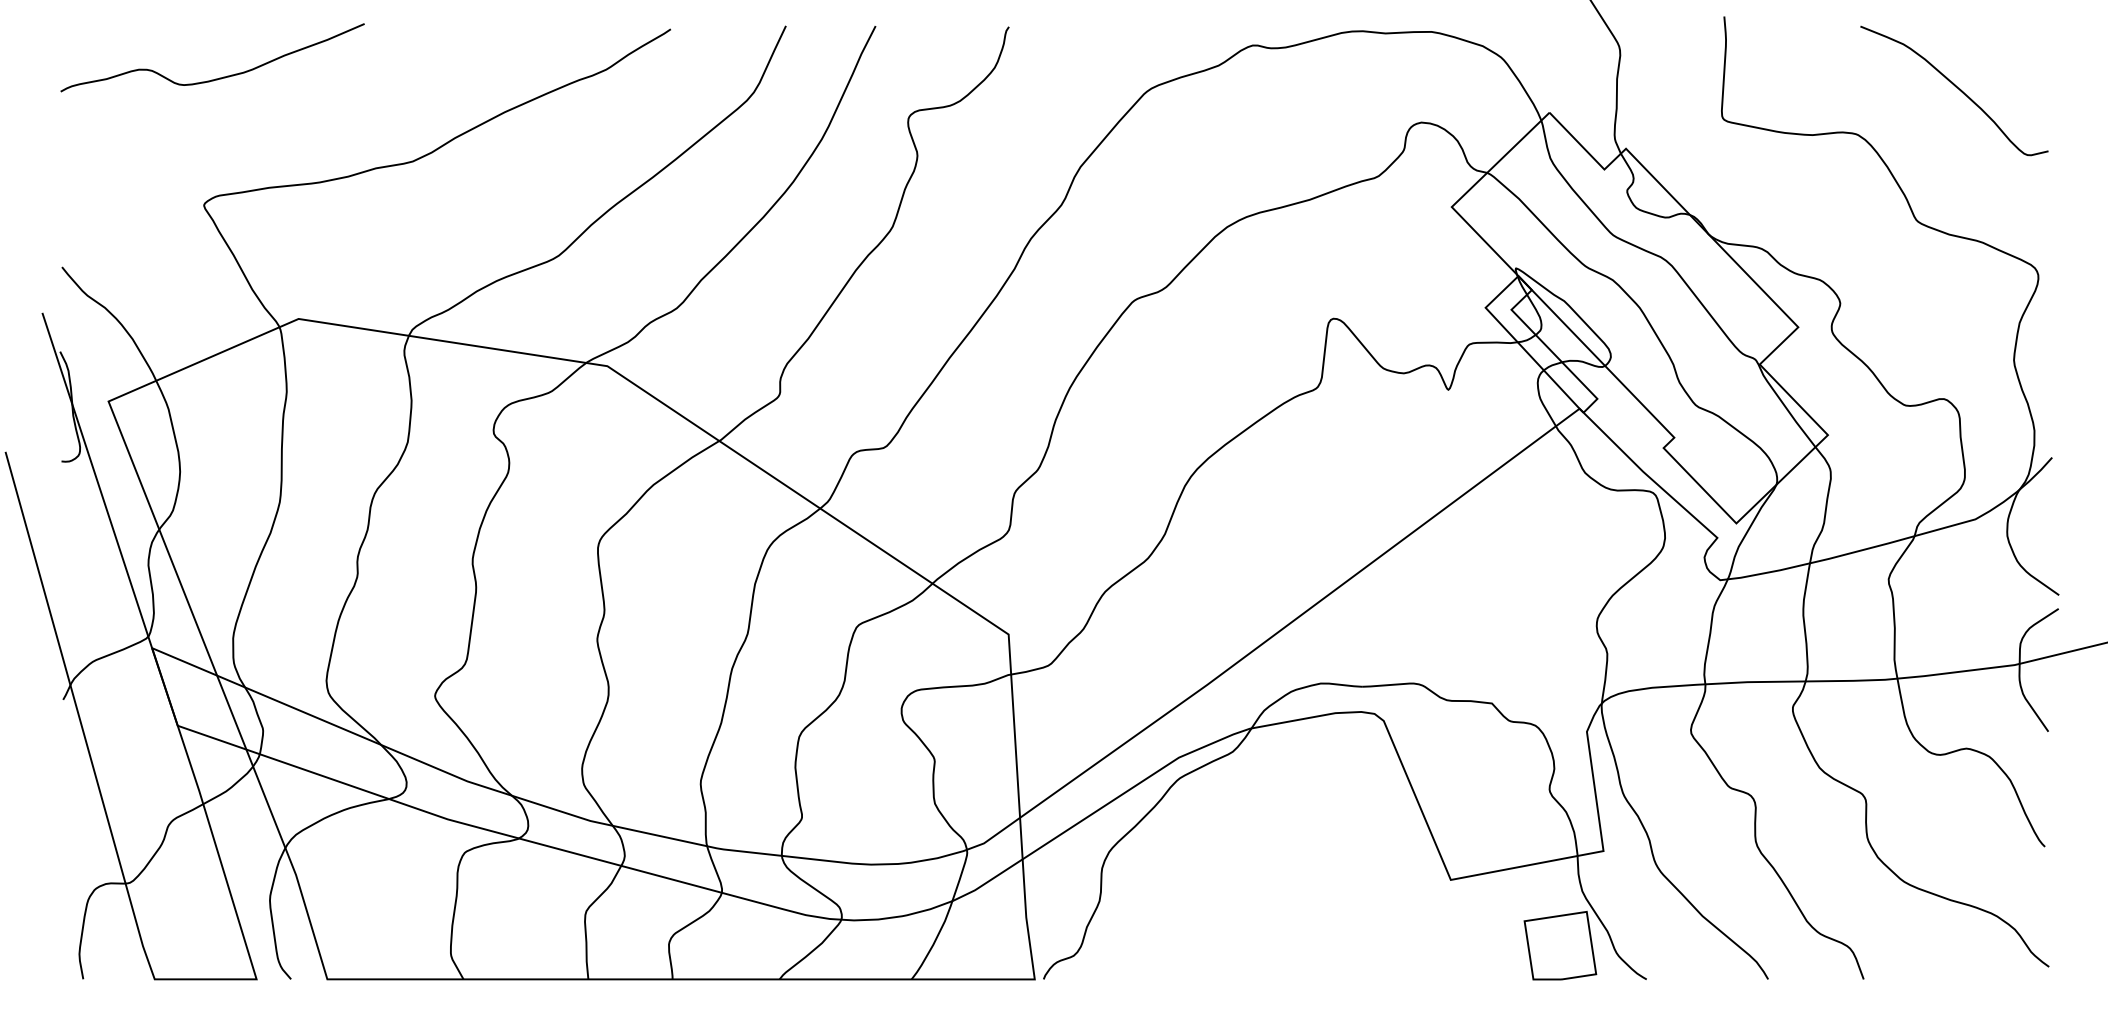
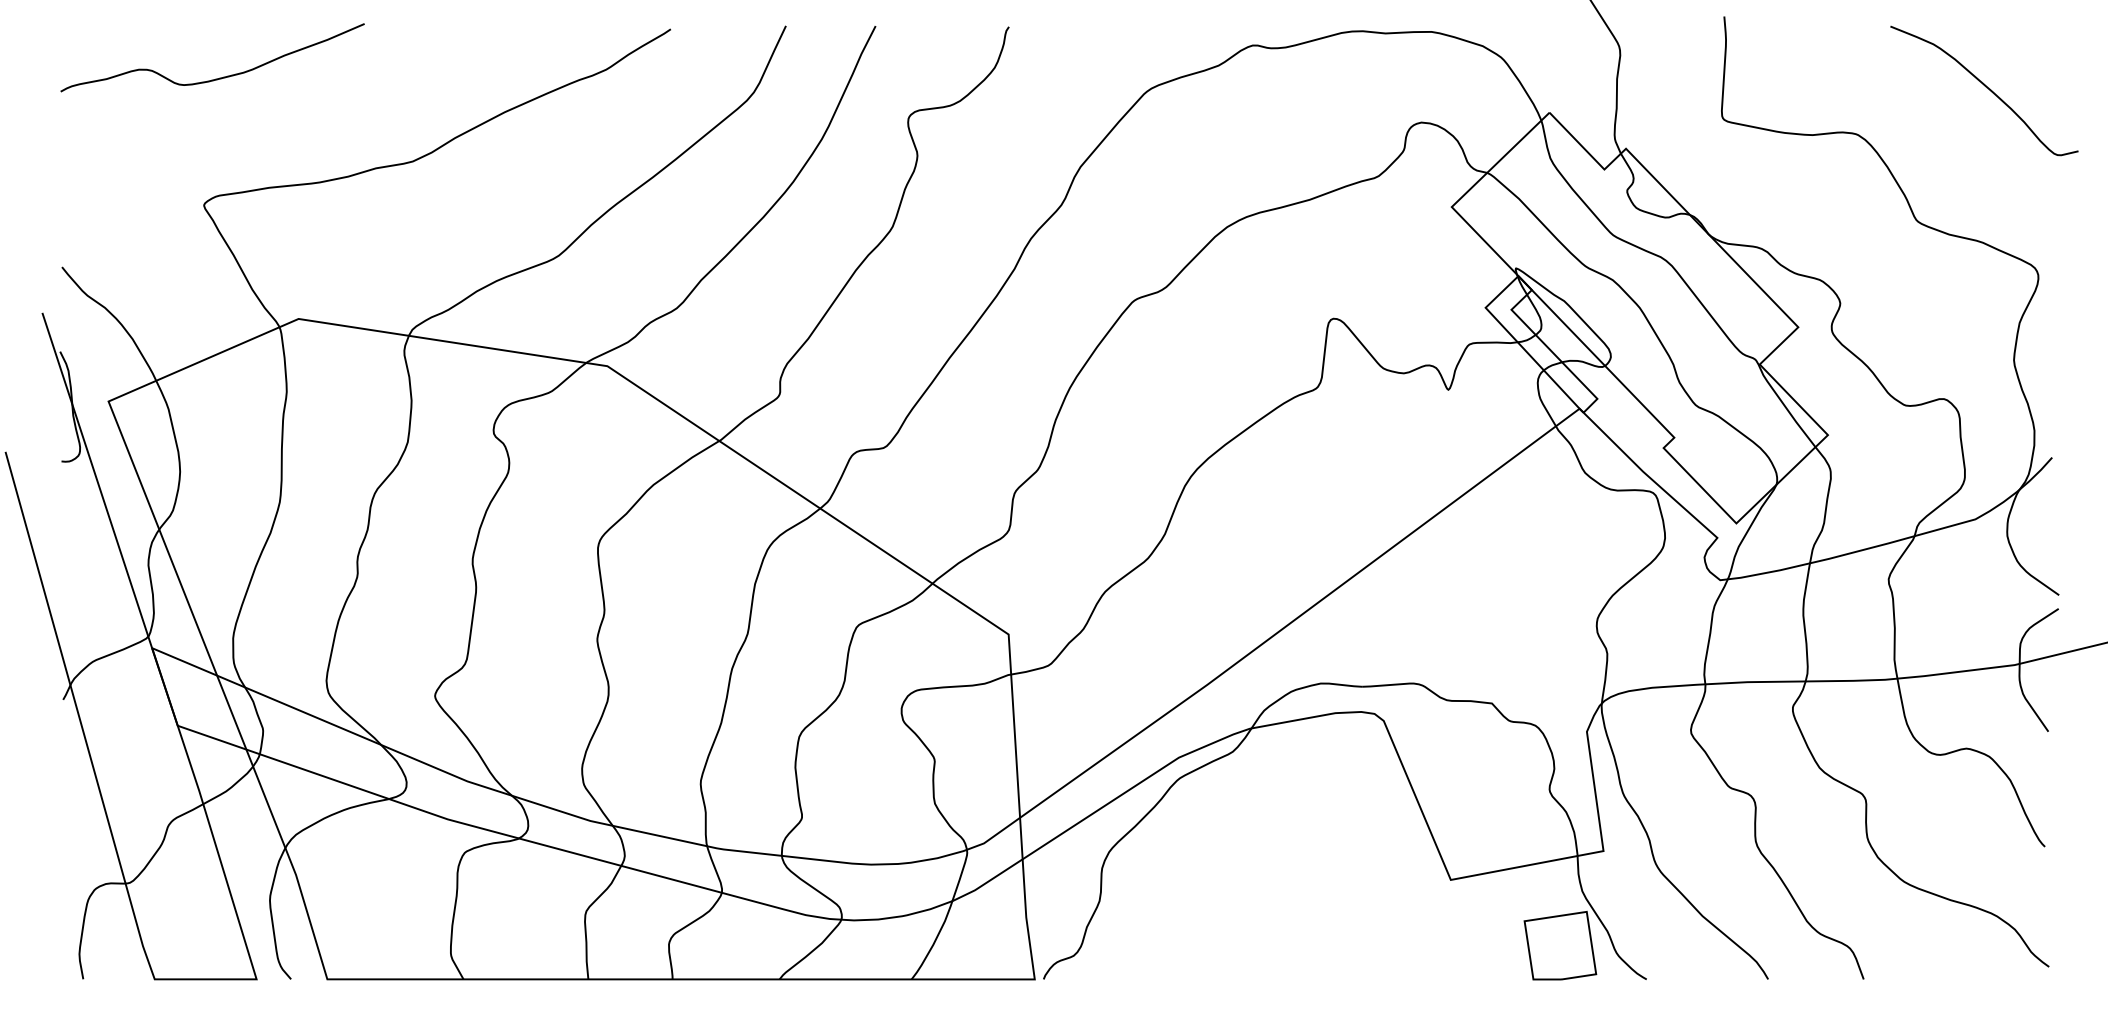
curve at (1955, 87) position: (1955, 87) -> (1985, 87)
